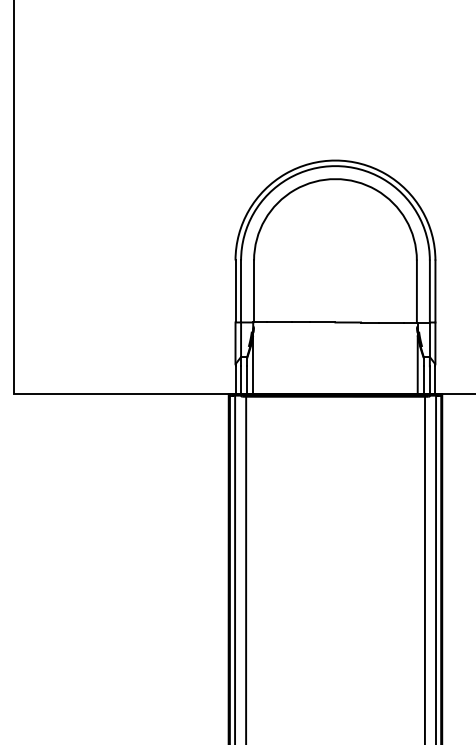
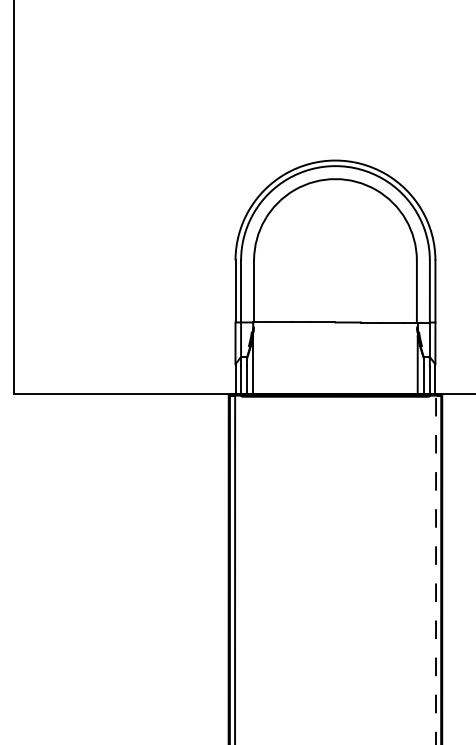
line at (246, 568): present -> none
line at (424, 568): present -> none
line at (436, 569): solid -> dashed
